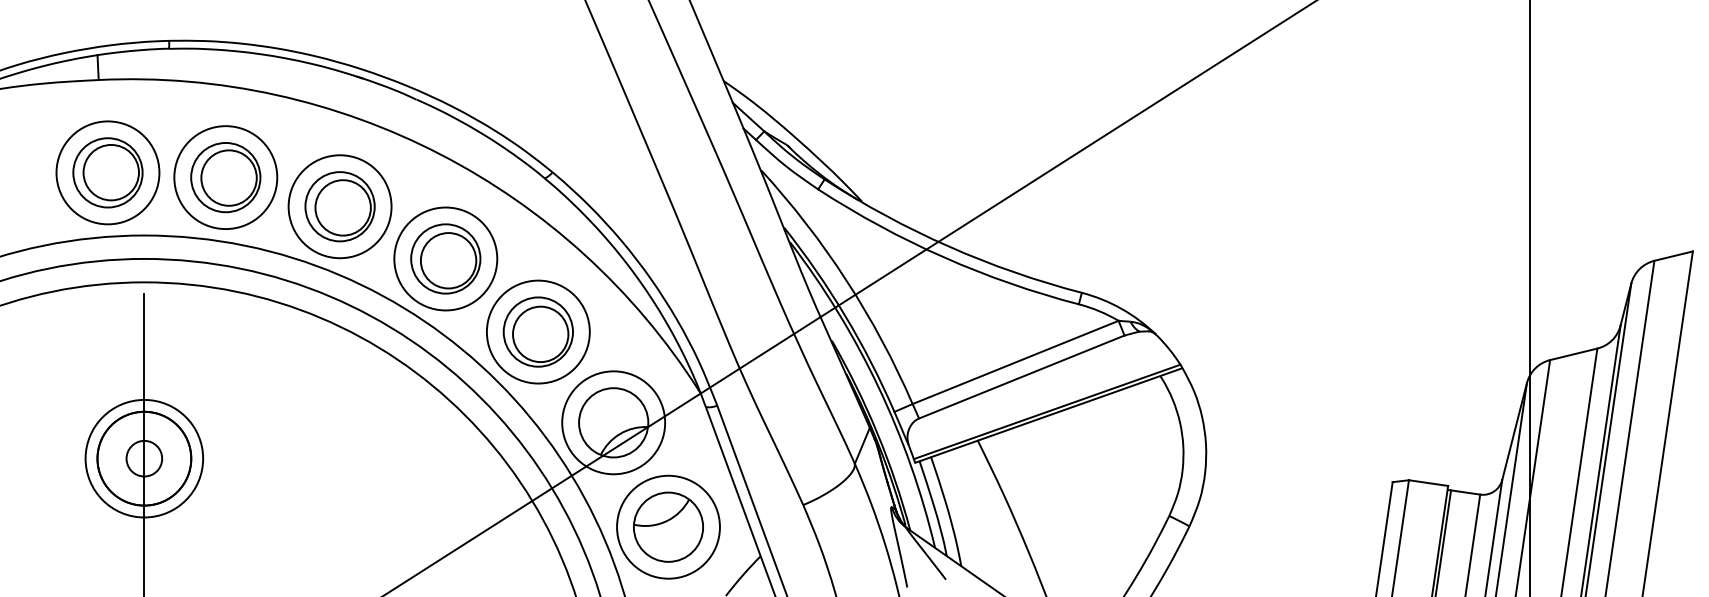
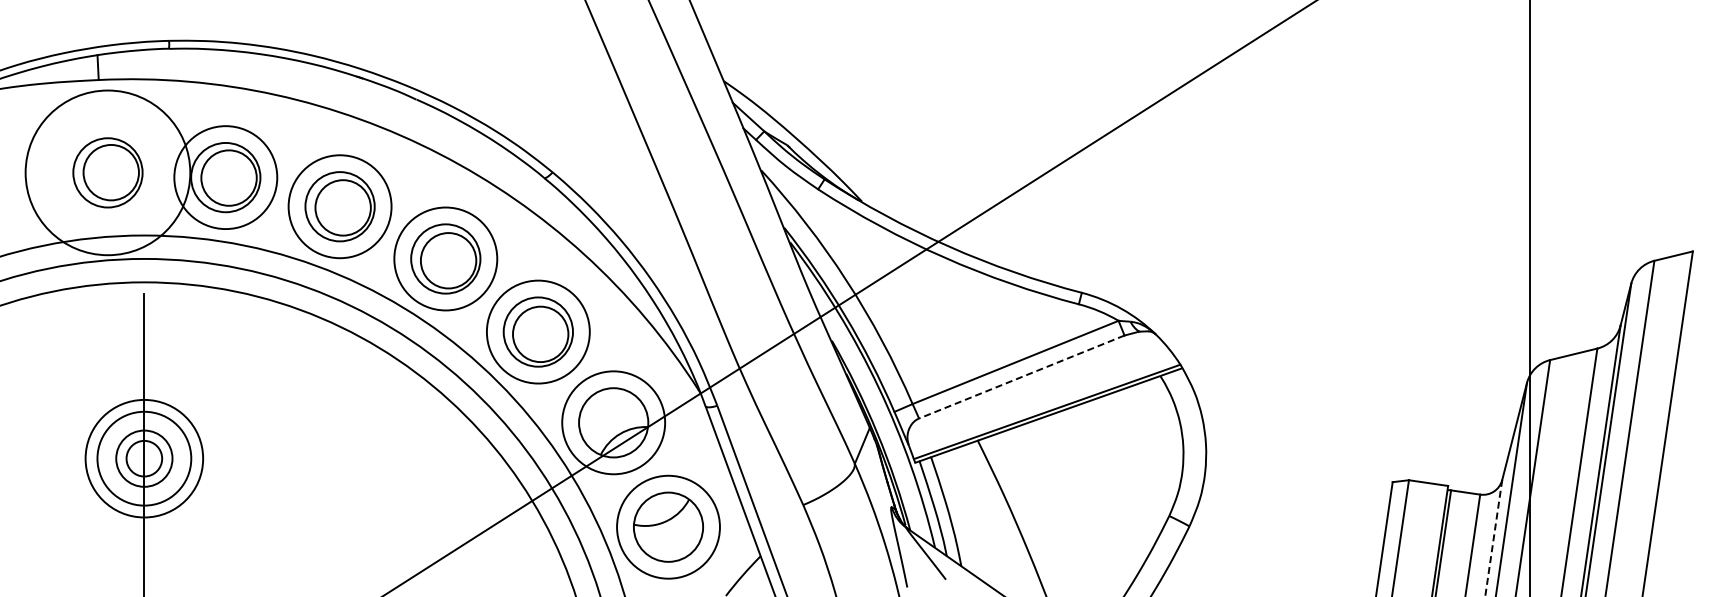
circle at (107, 172) diameter: 103 px -> 165 px
line at (1021, 377): solid -> dashed
circle at (144, 458) diameter: 94 px -> 56 px
line at (1493, 538): solid -> dashed
